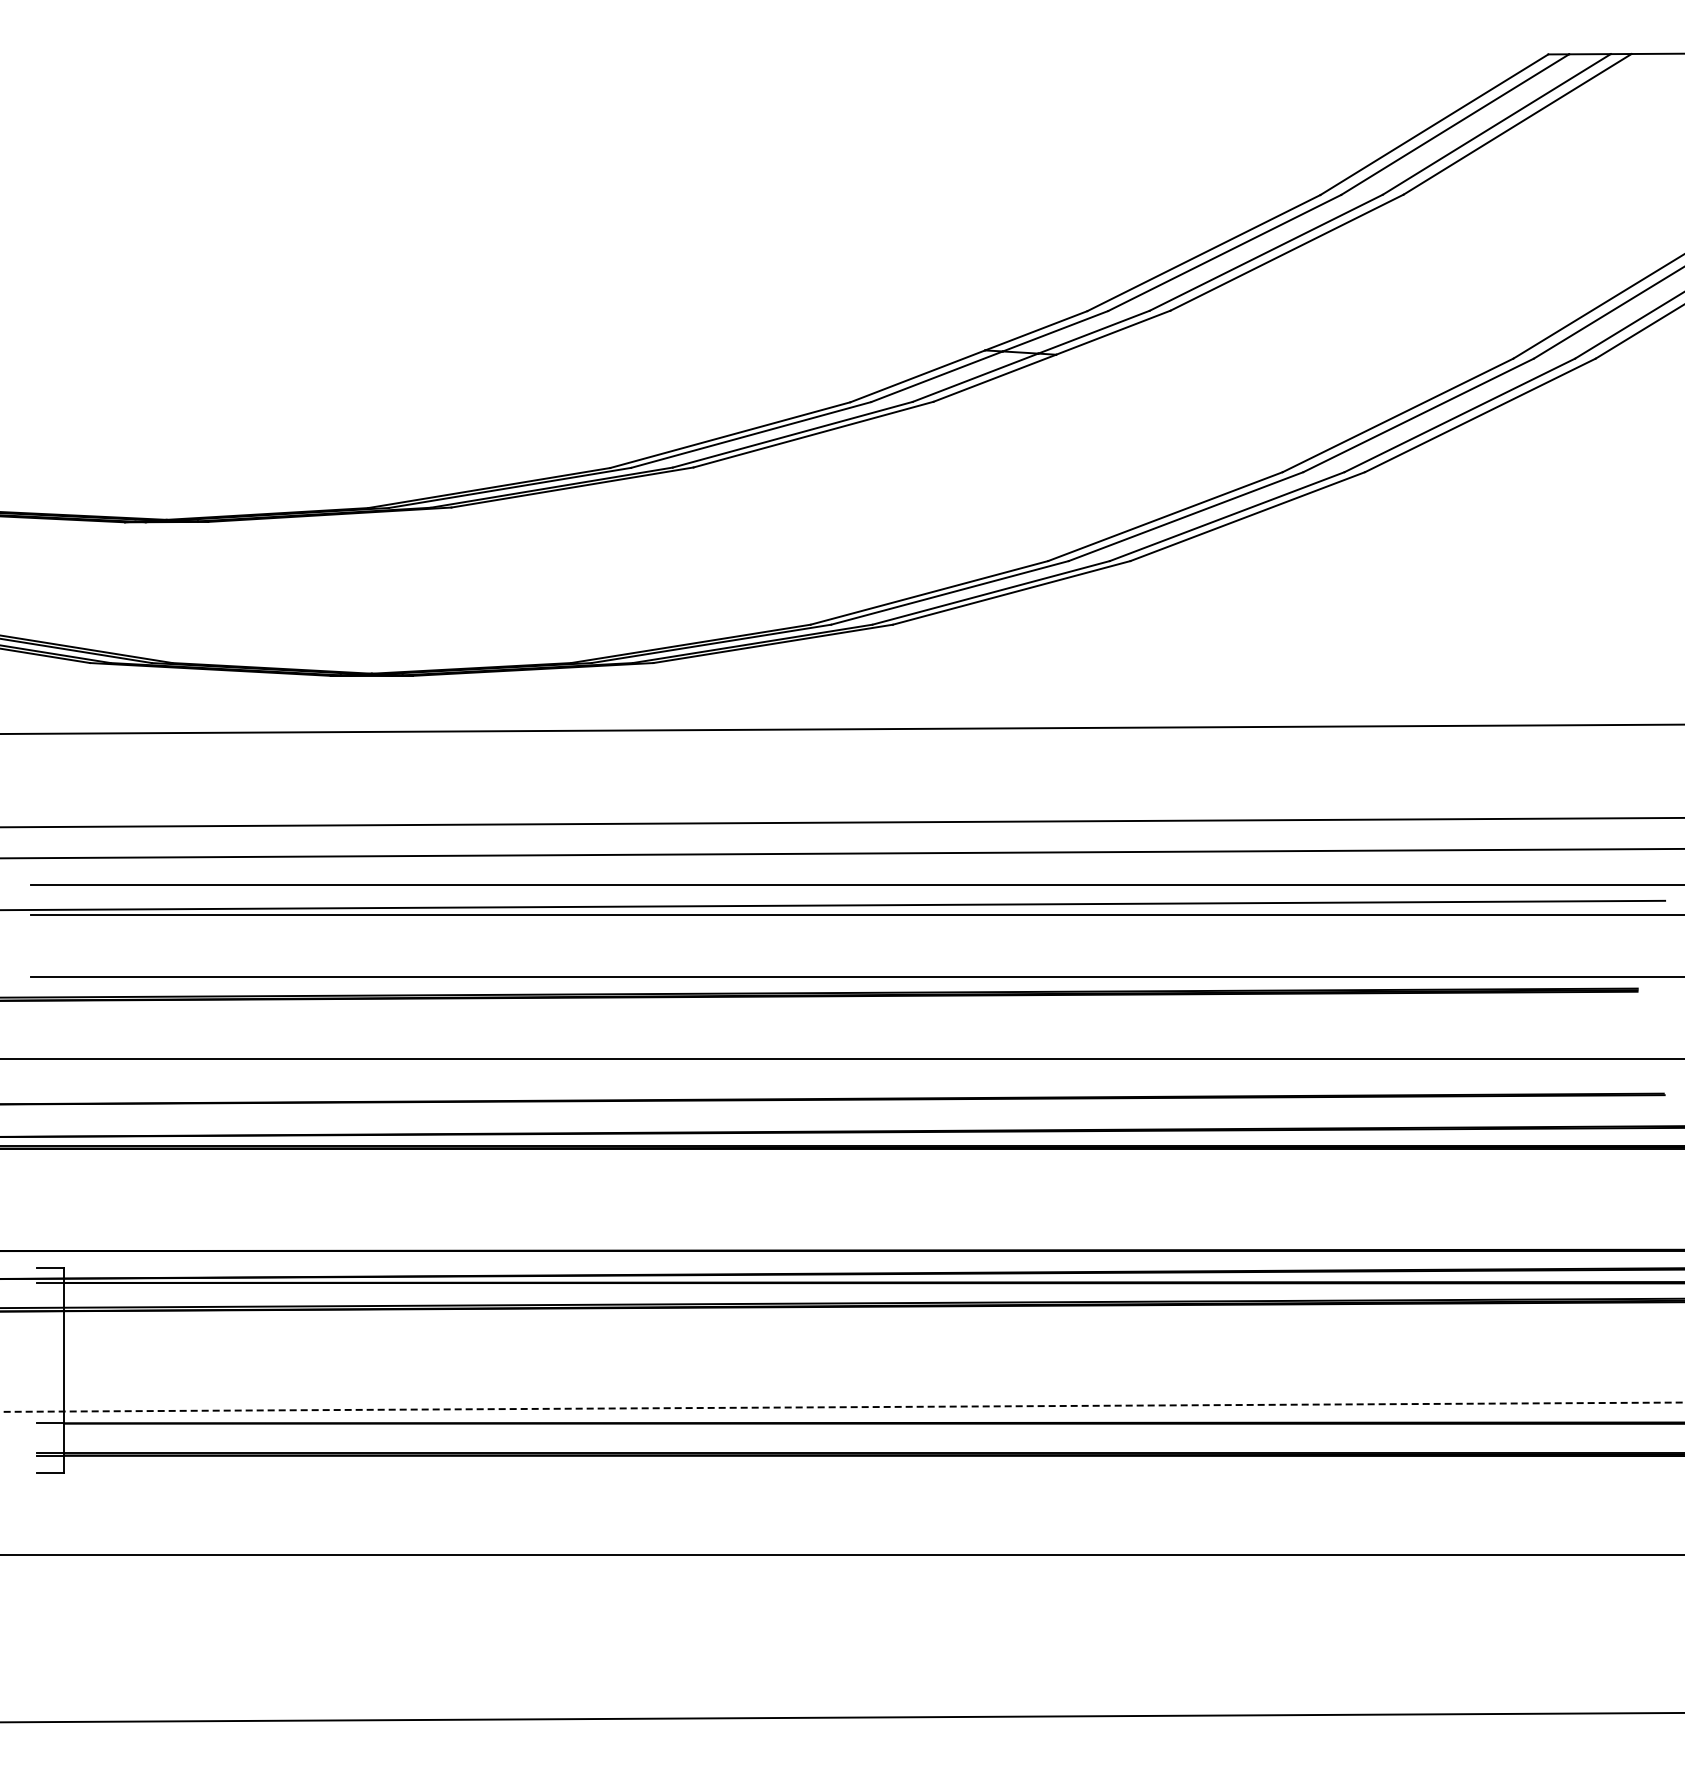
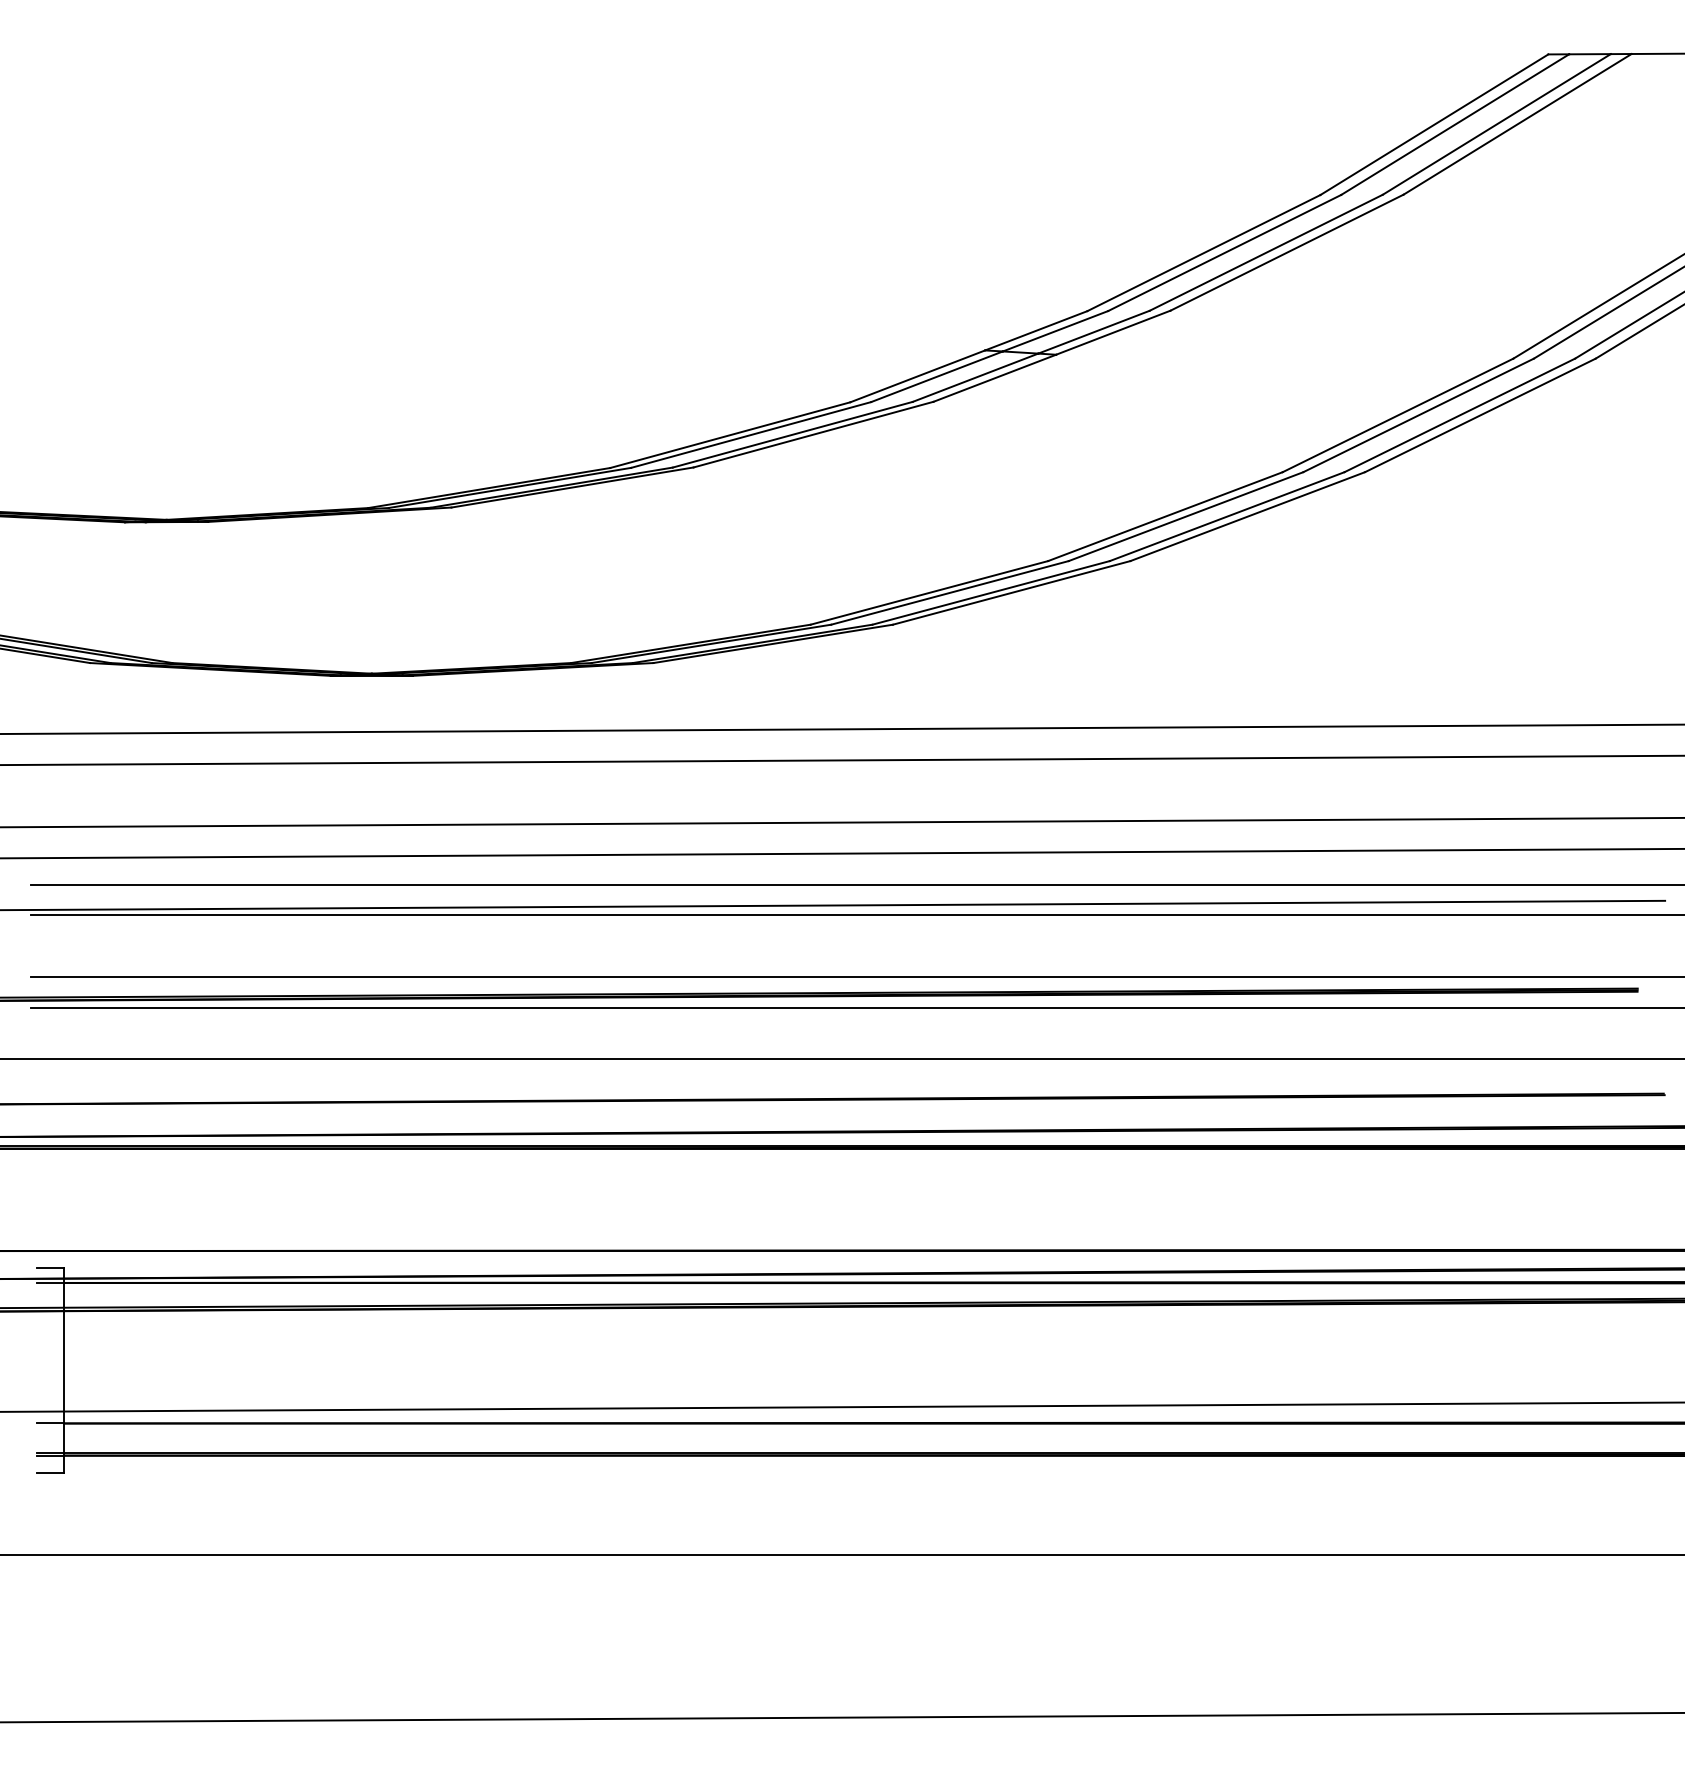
line at (841, 760): none -> present
line at (856, 1007): none -> present
line at (842, 1407): dashed -> solid
